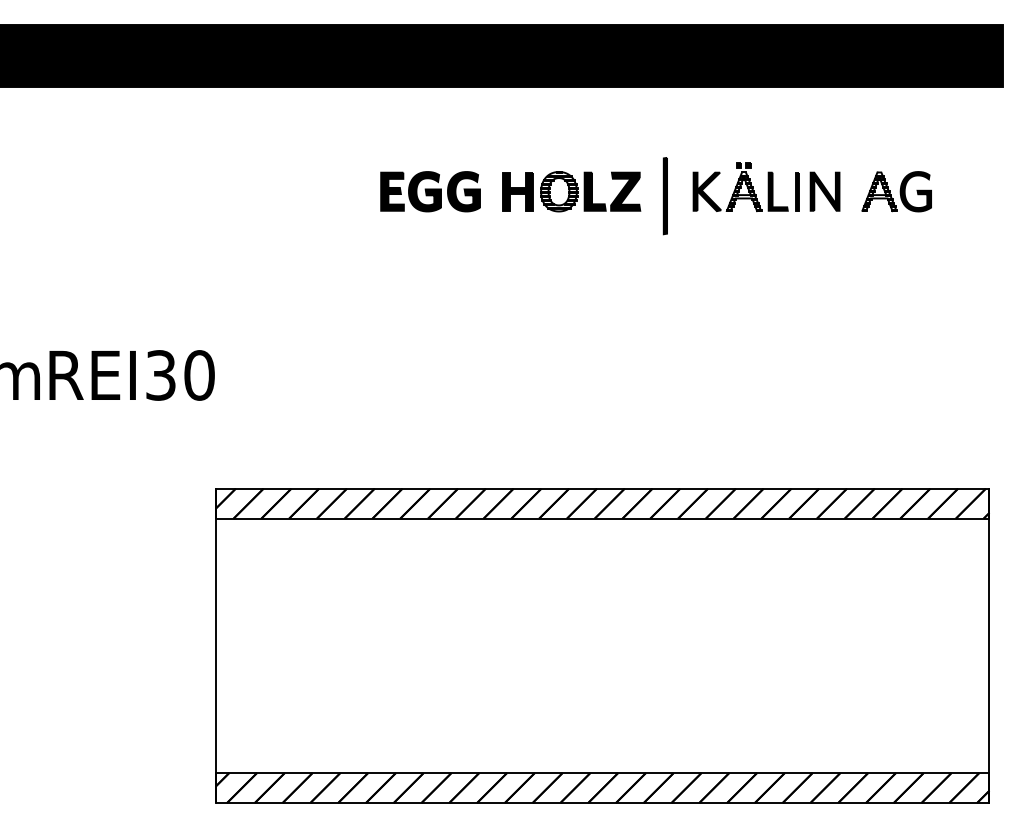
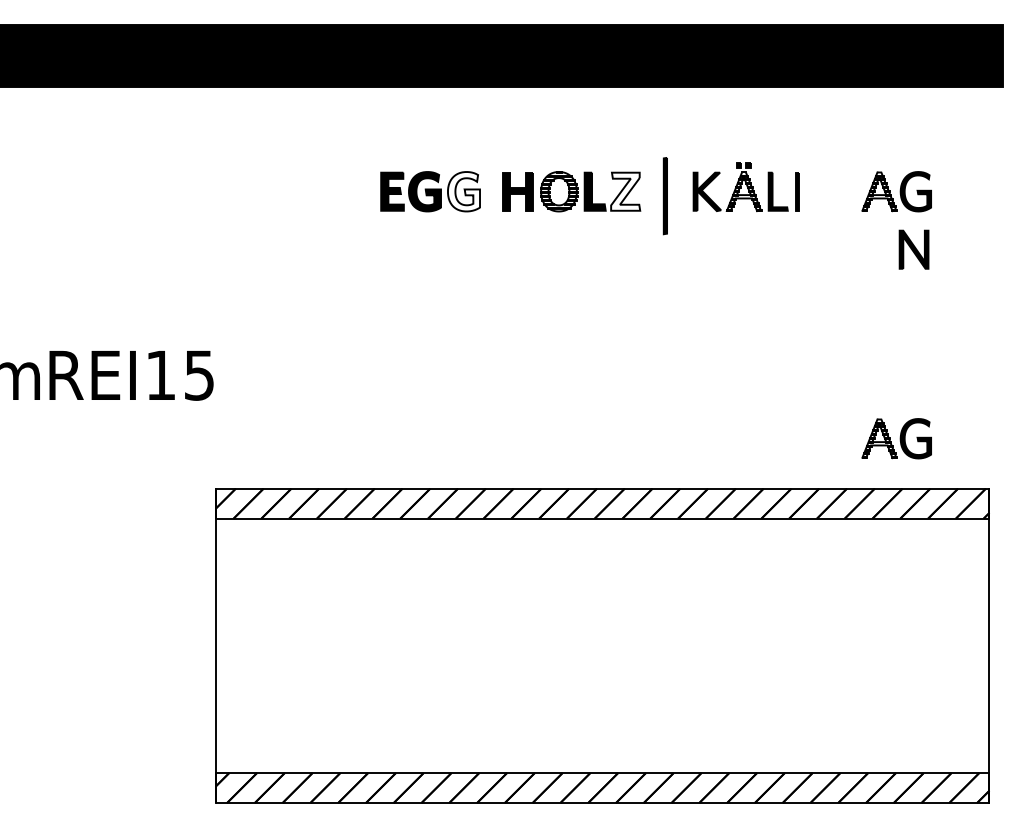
fill at (463, 191): present -> none
fill at (625, 191): present -> none
part at (824, 191) position: (824, 191) -> (913, 249)
text at (180, 375): REI30 -> REI15
part at (896, 438): none -> present
